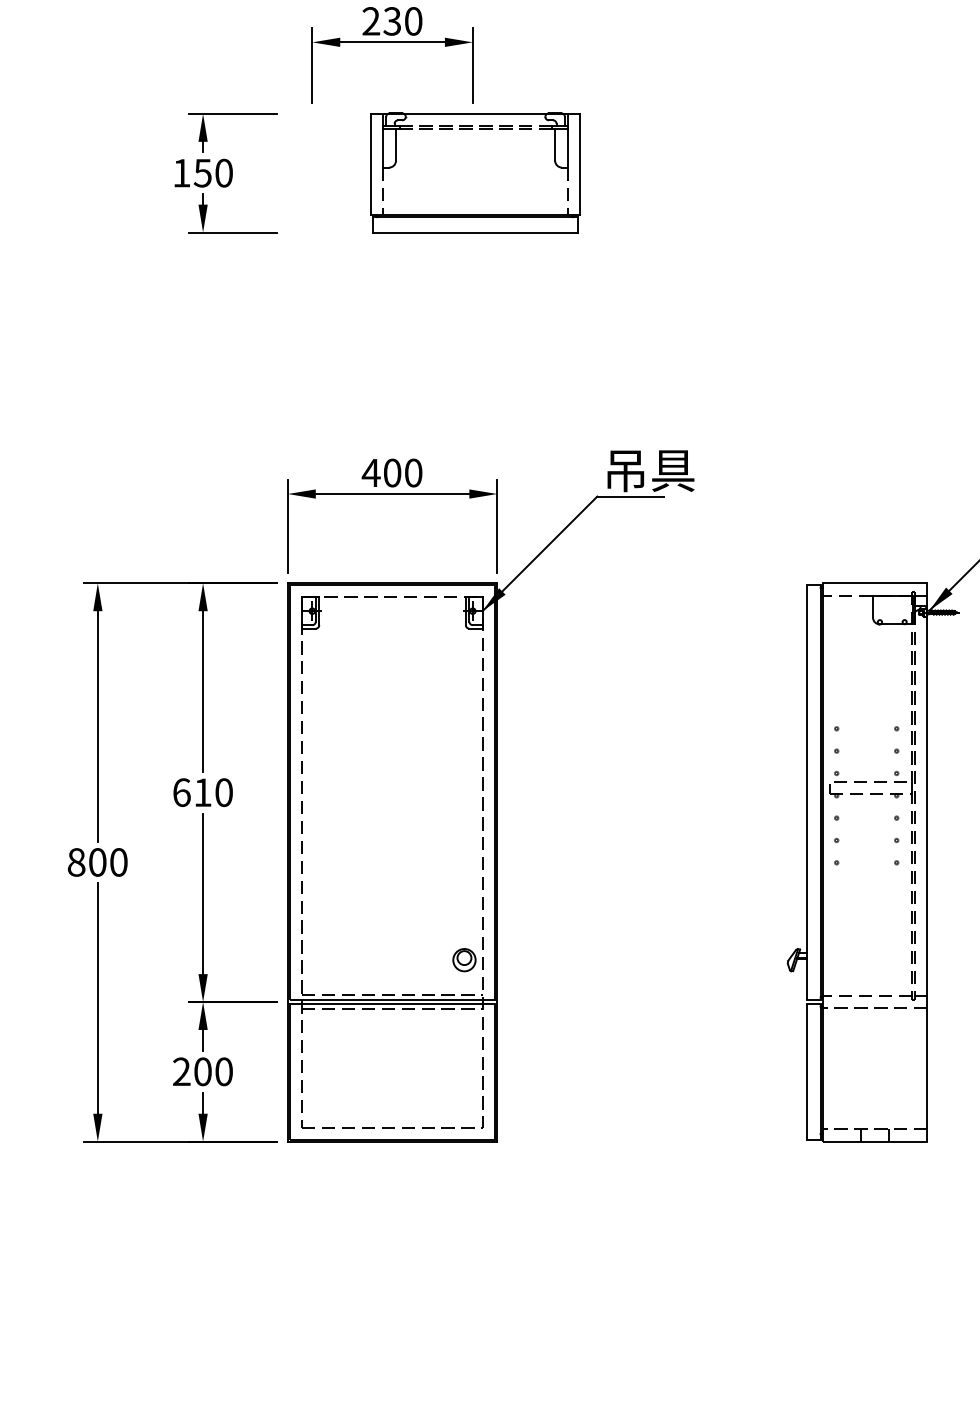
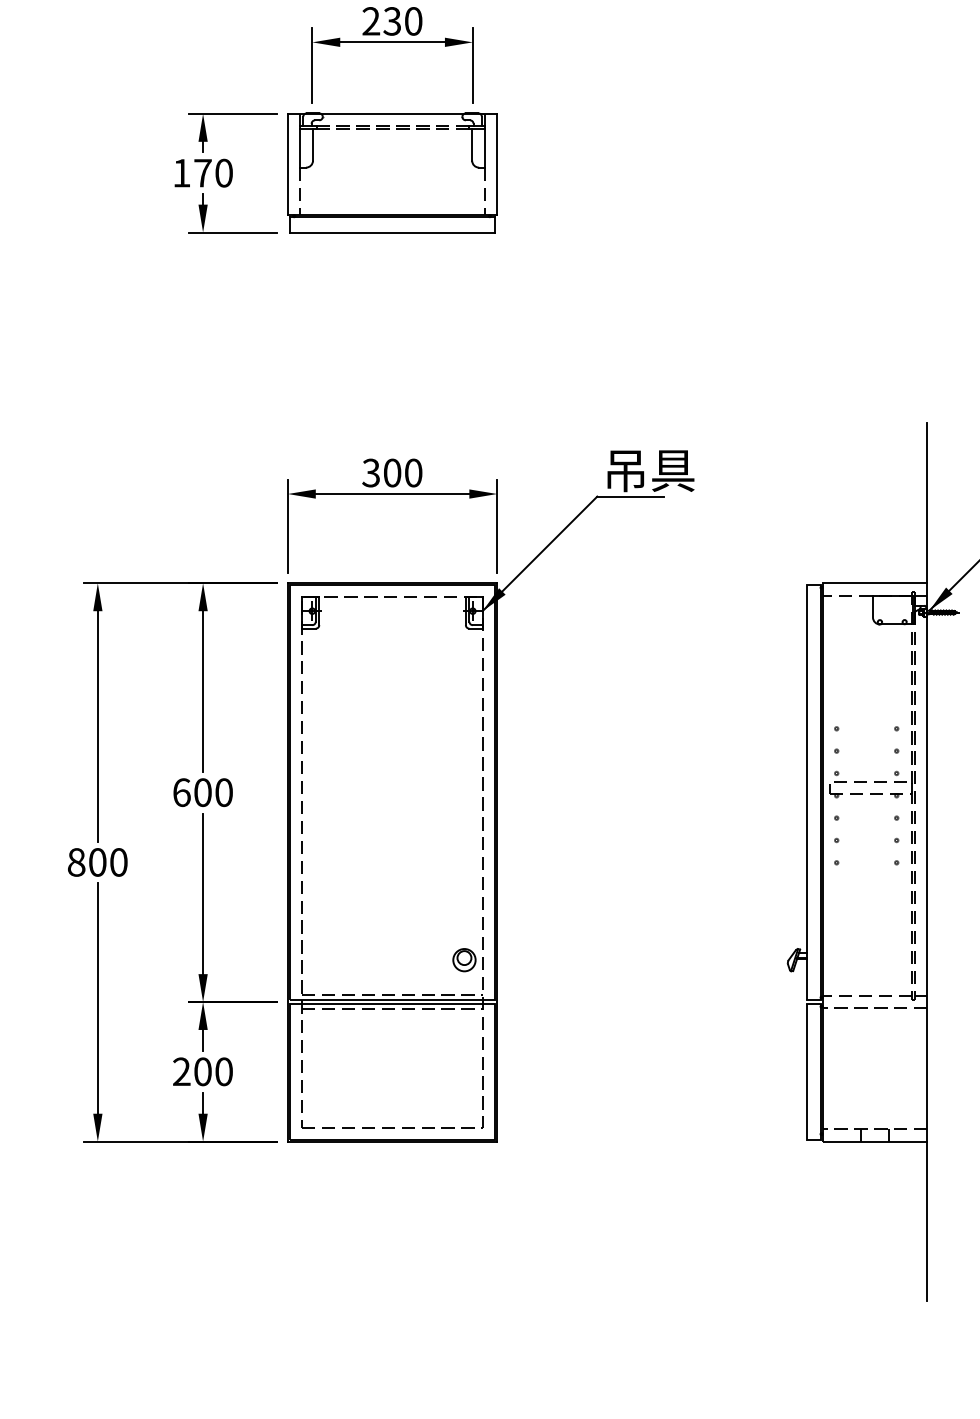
part at (475, 172) position: (475, 172) -> (392, 172)
text at (202, 173): 150 -> 170
text at (370, 472): 400 -> 300
line at (927, 502): none -> present
text at (202, 792): 610 -> 600
line at (927, 1221): none -> present
